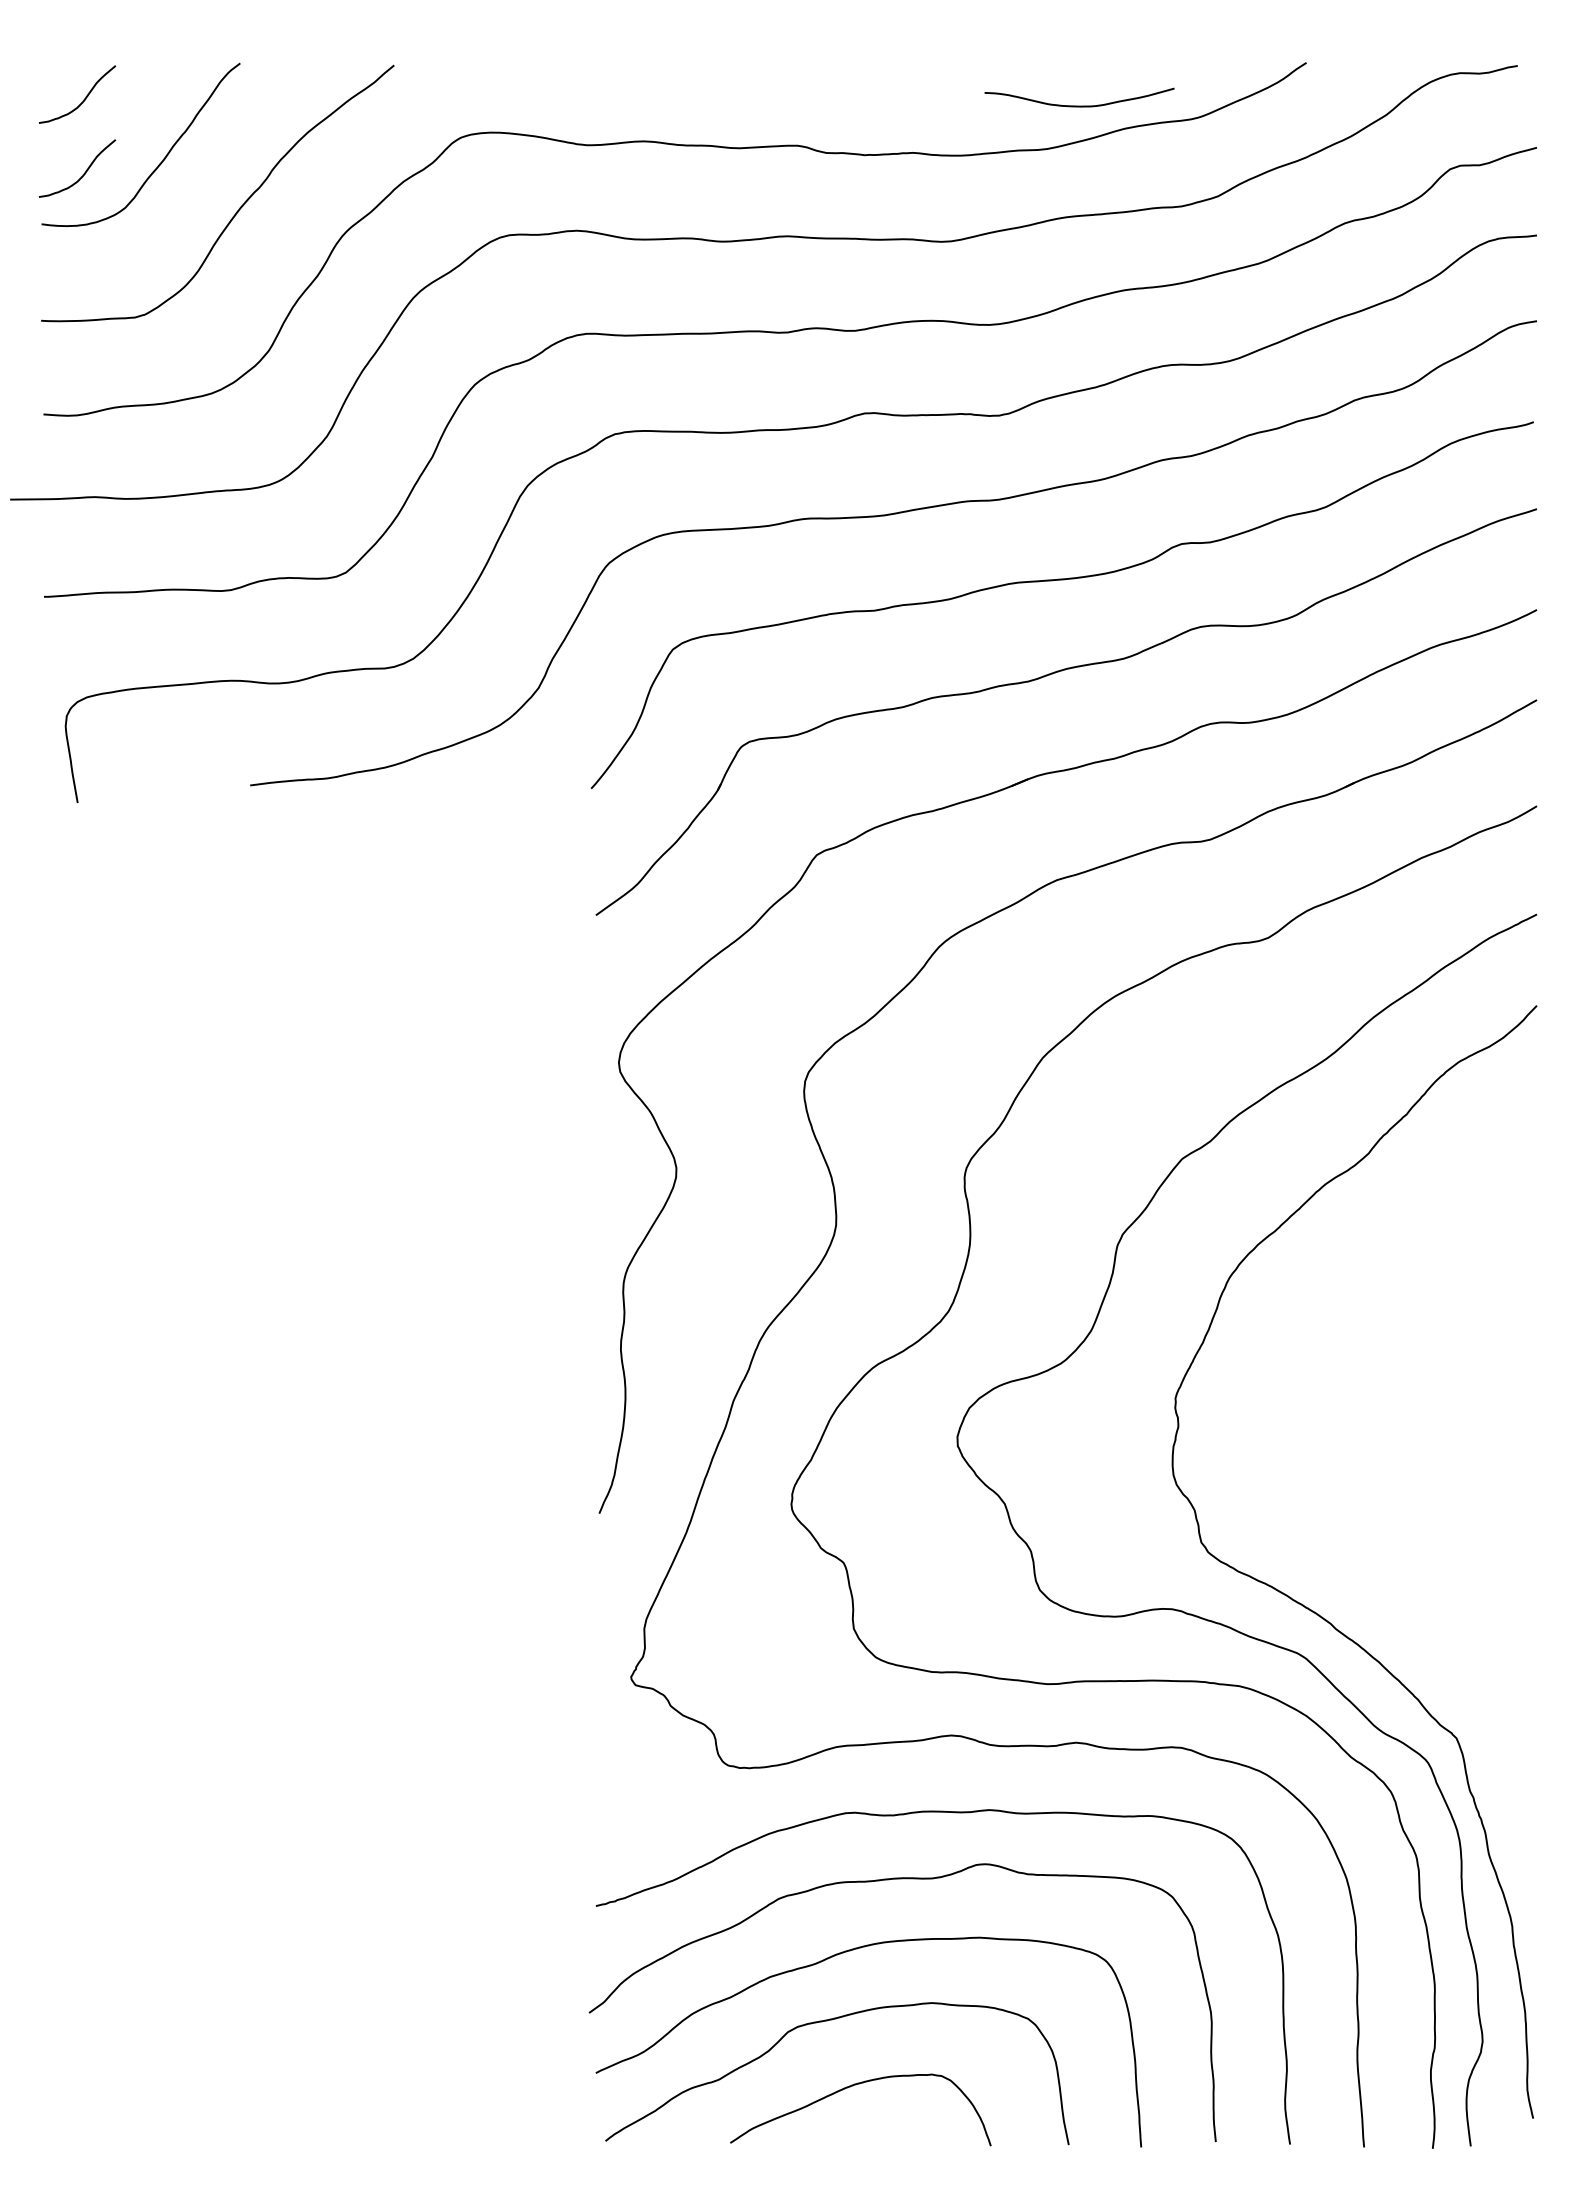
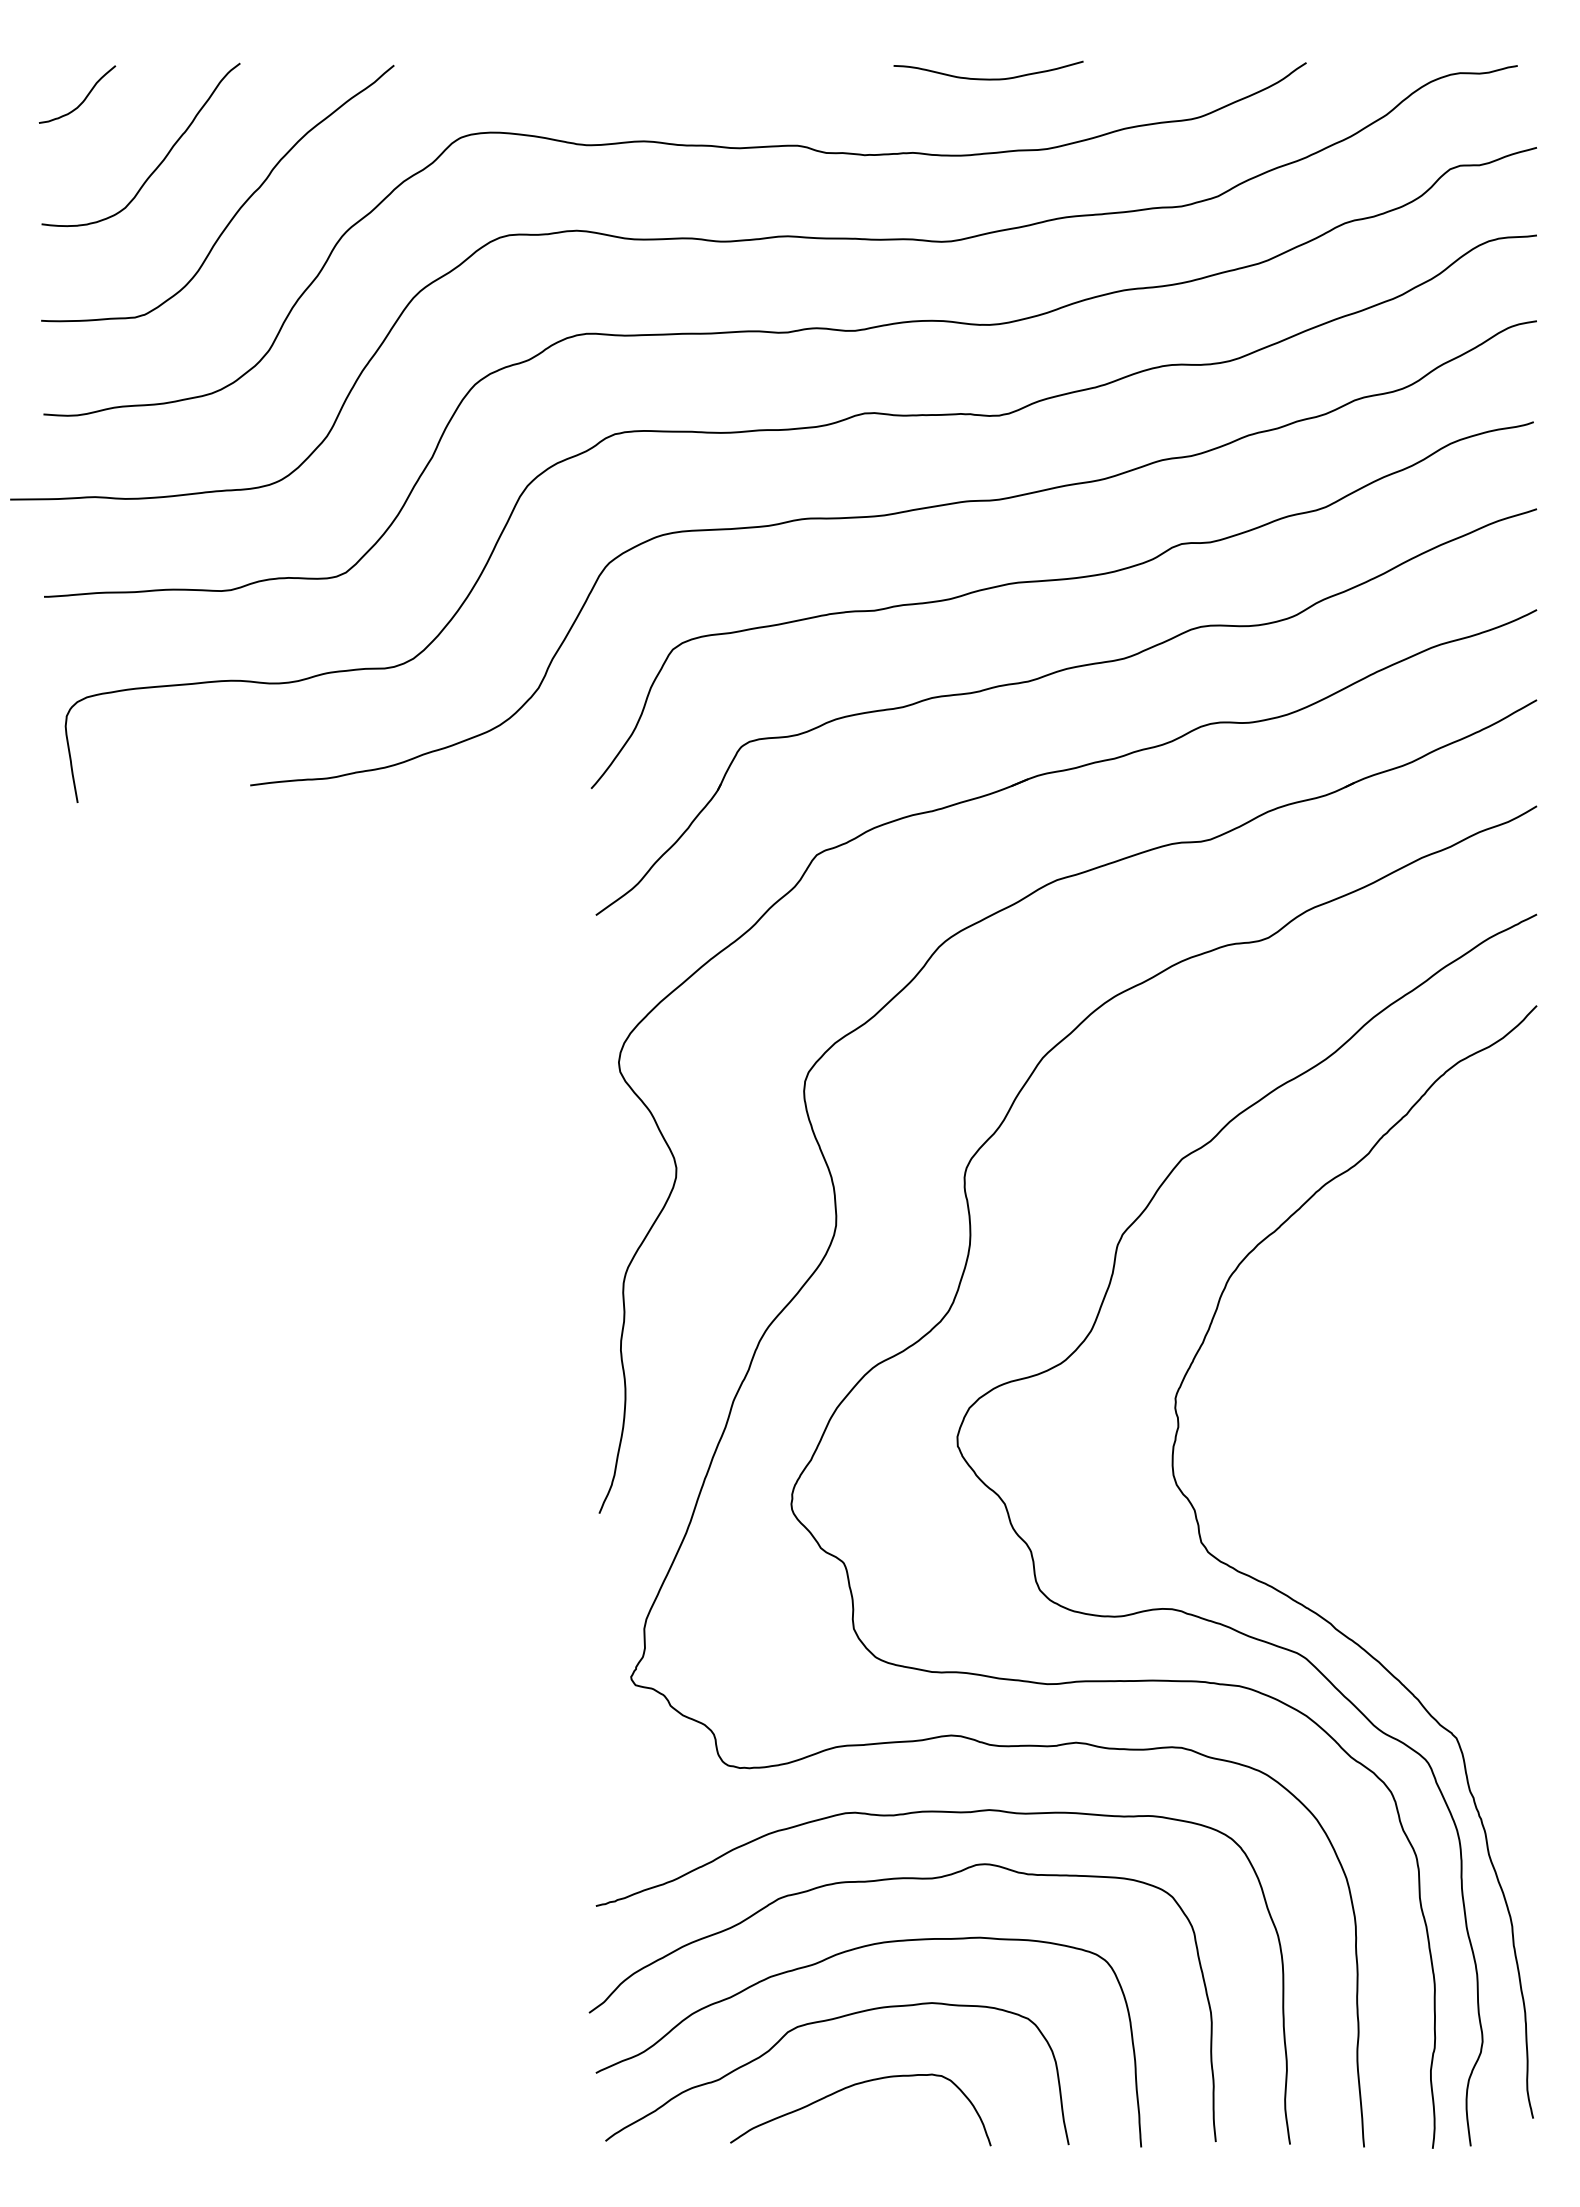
curve at (1079, 105) position: (1079, 105) -> (988, 78)
curve at (83, 173): present -> none
